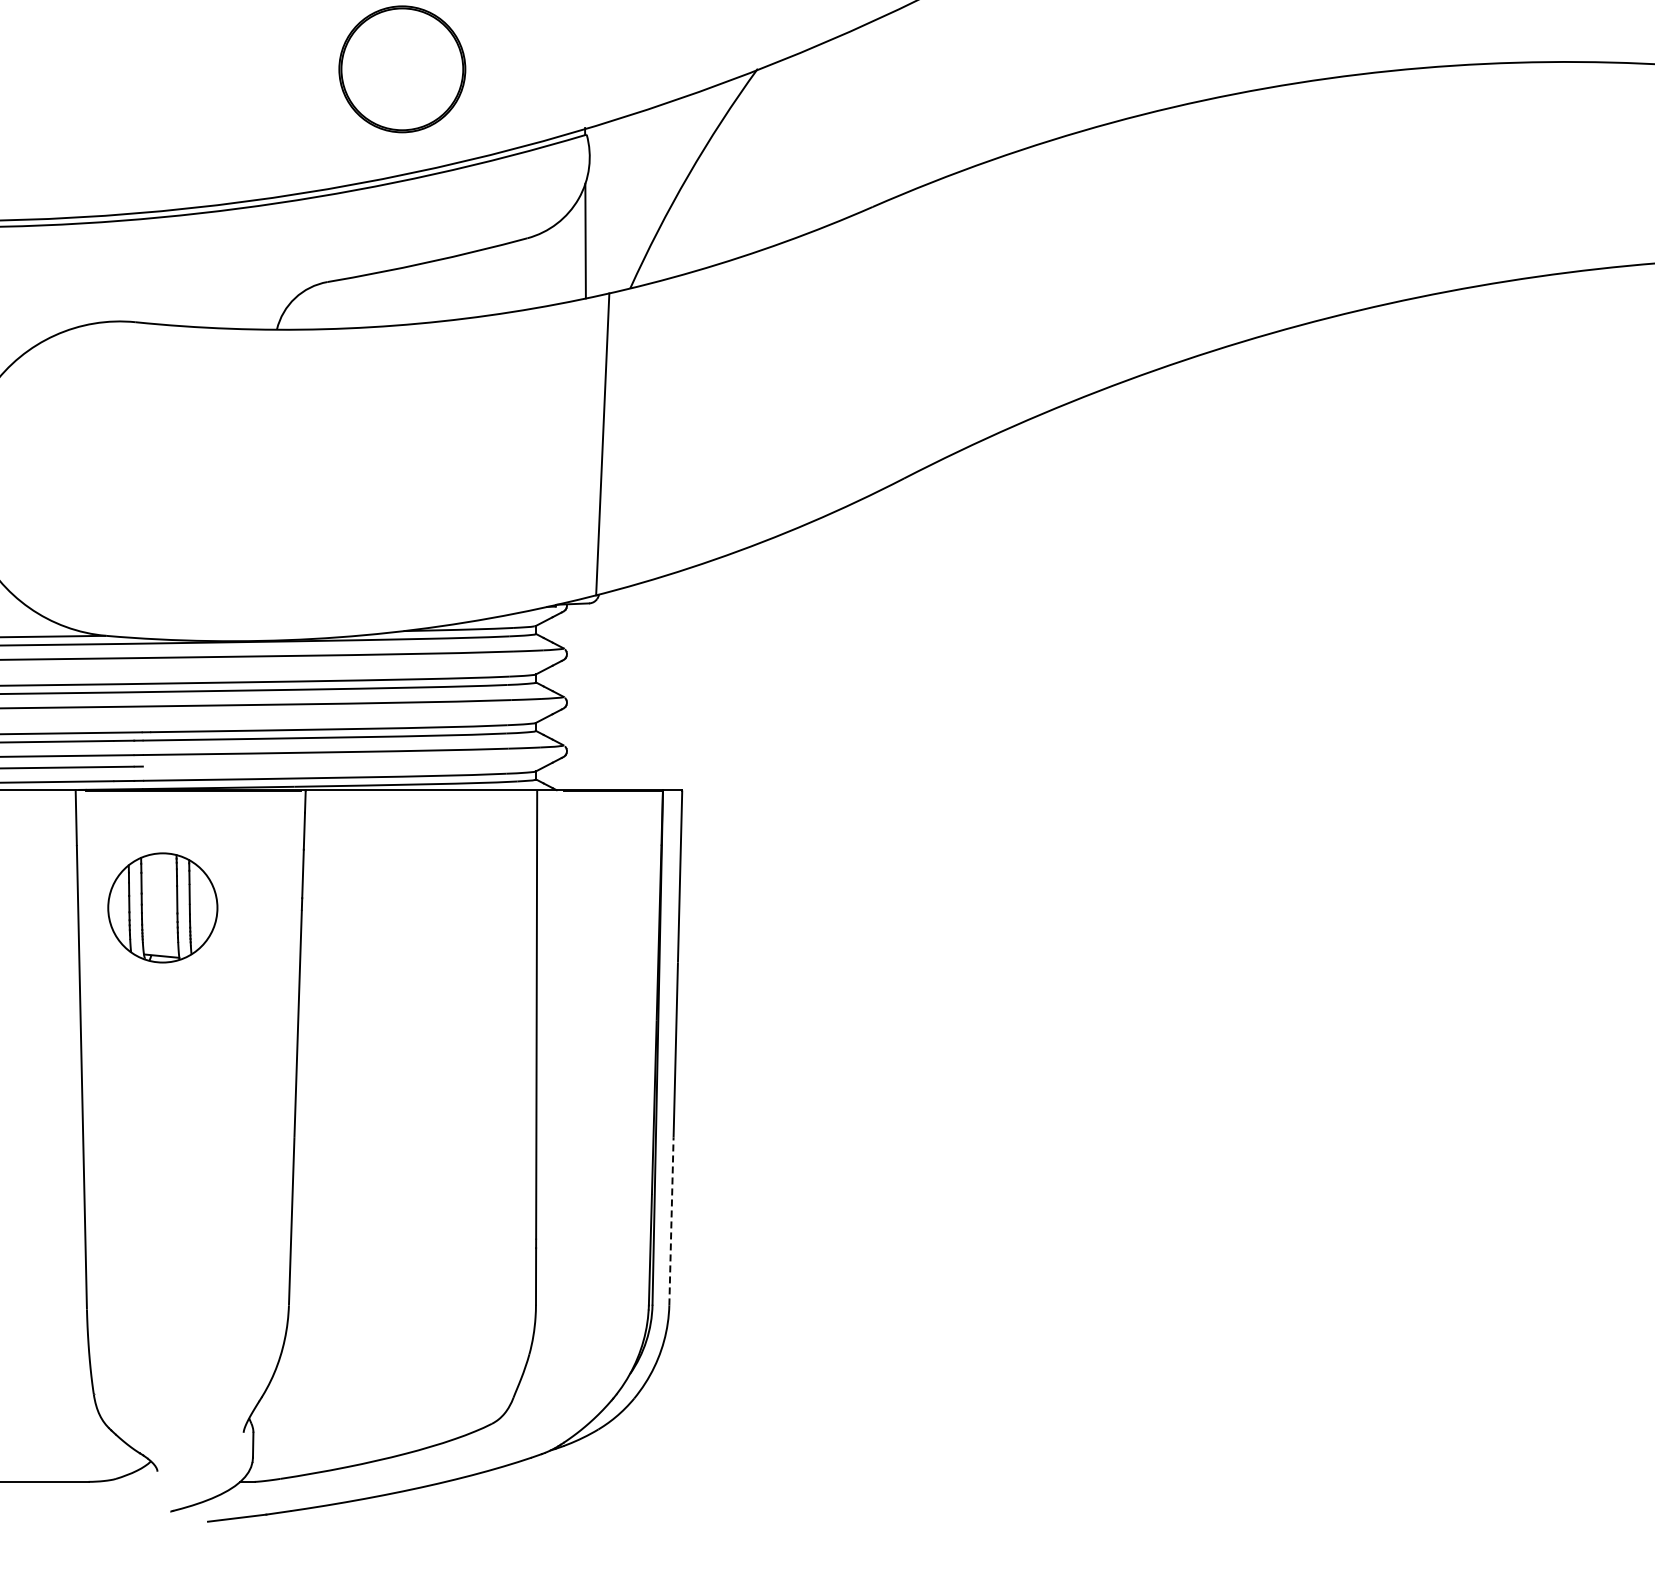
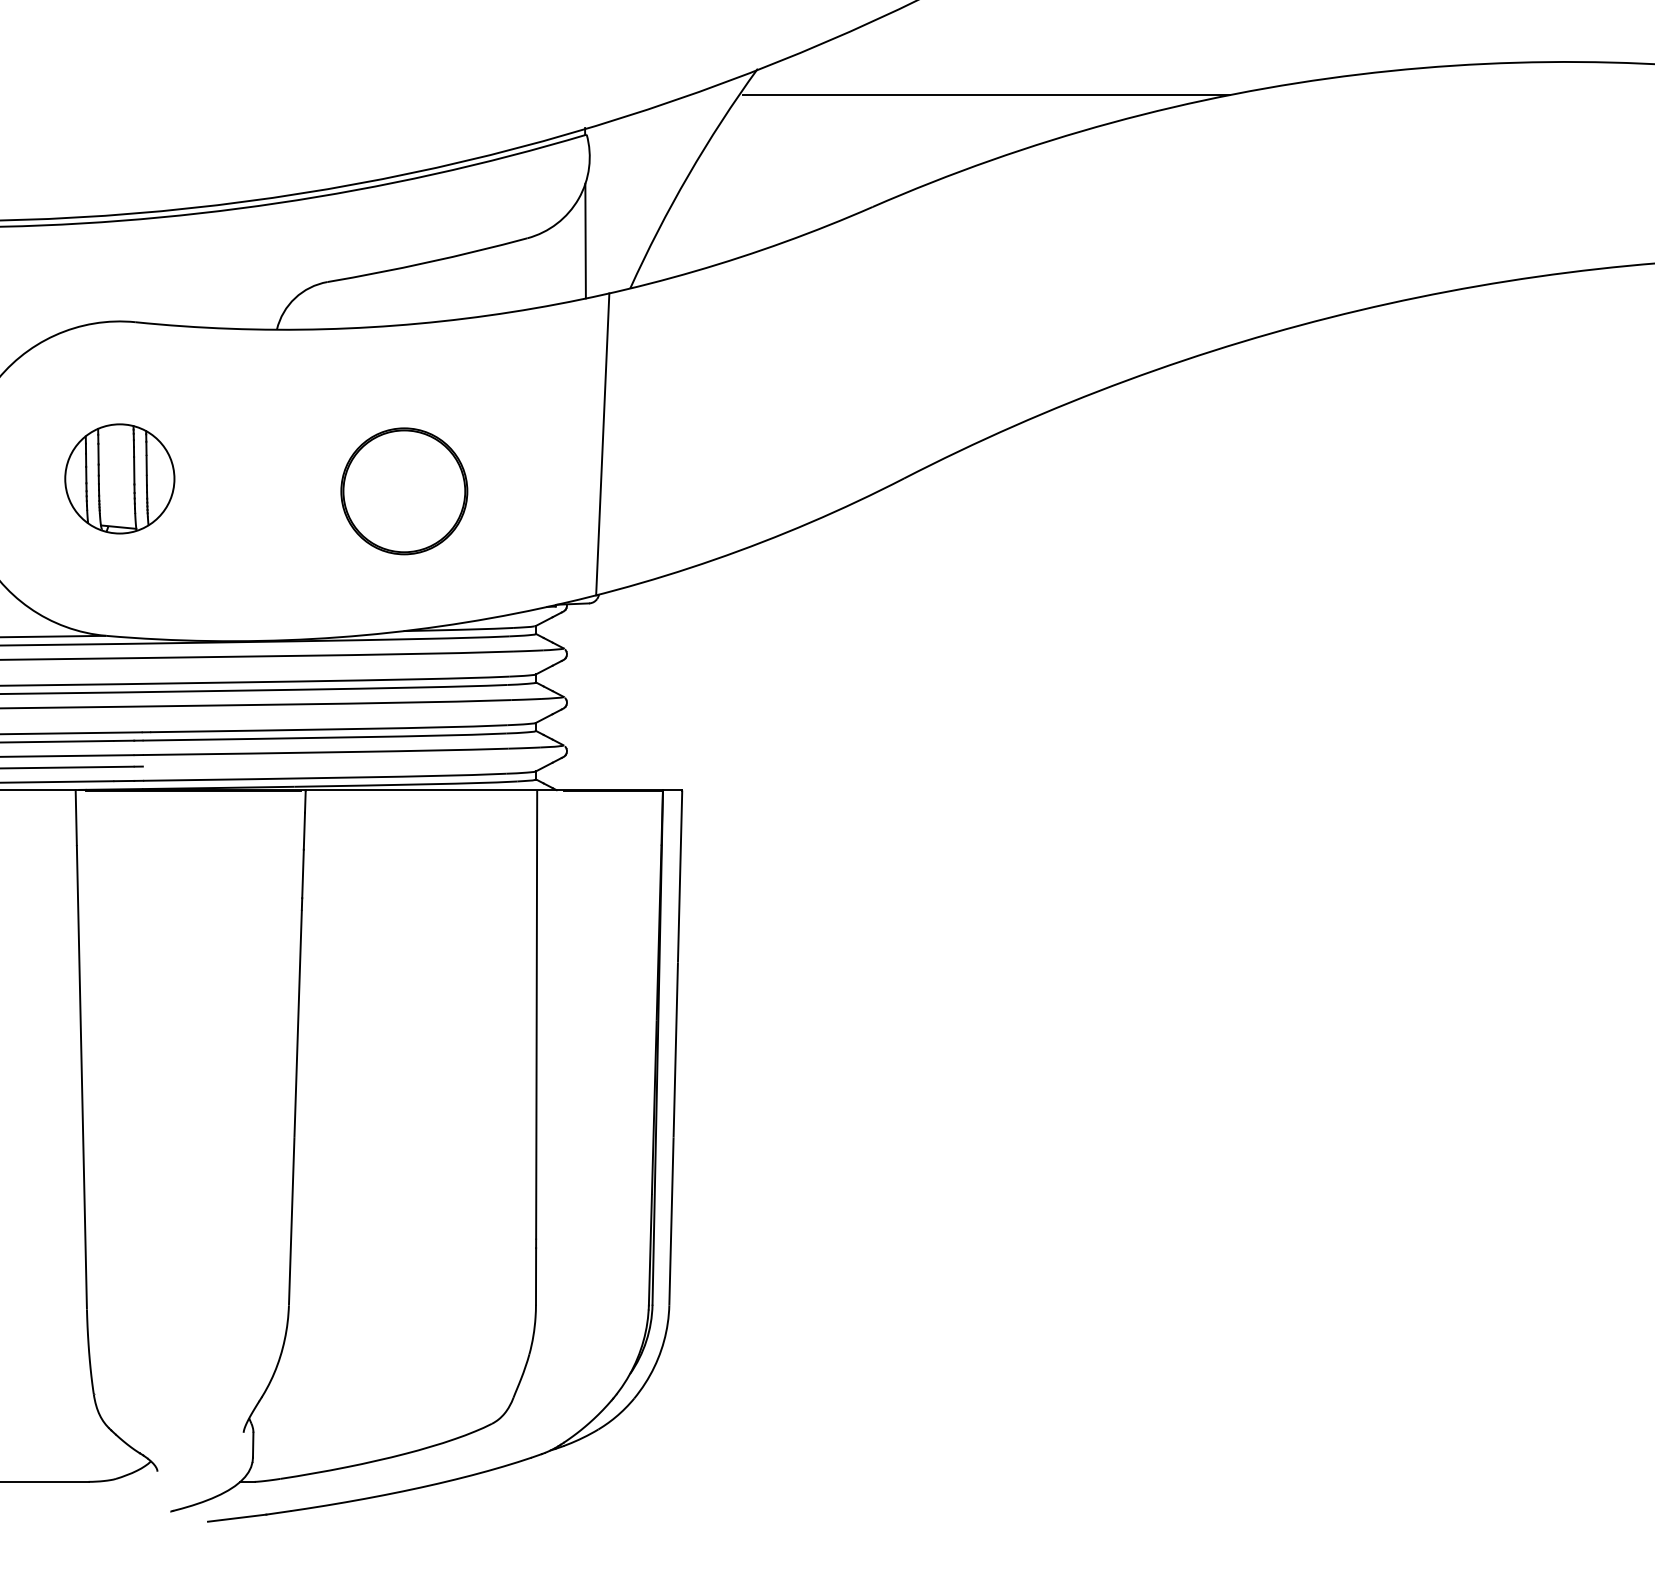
part at (402, 69) position: (402, 69) -> (404, 491)
line at (986, 95): none -> present
part at (162, 907) position: (162, 907) -> (119, 478)
line at (671, 1222): dashed -> solid
